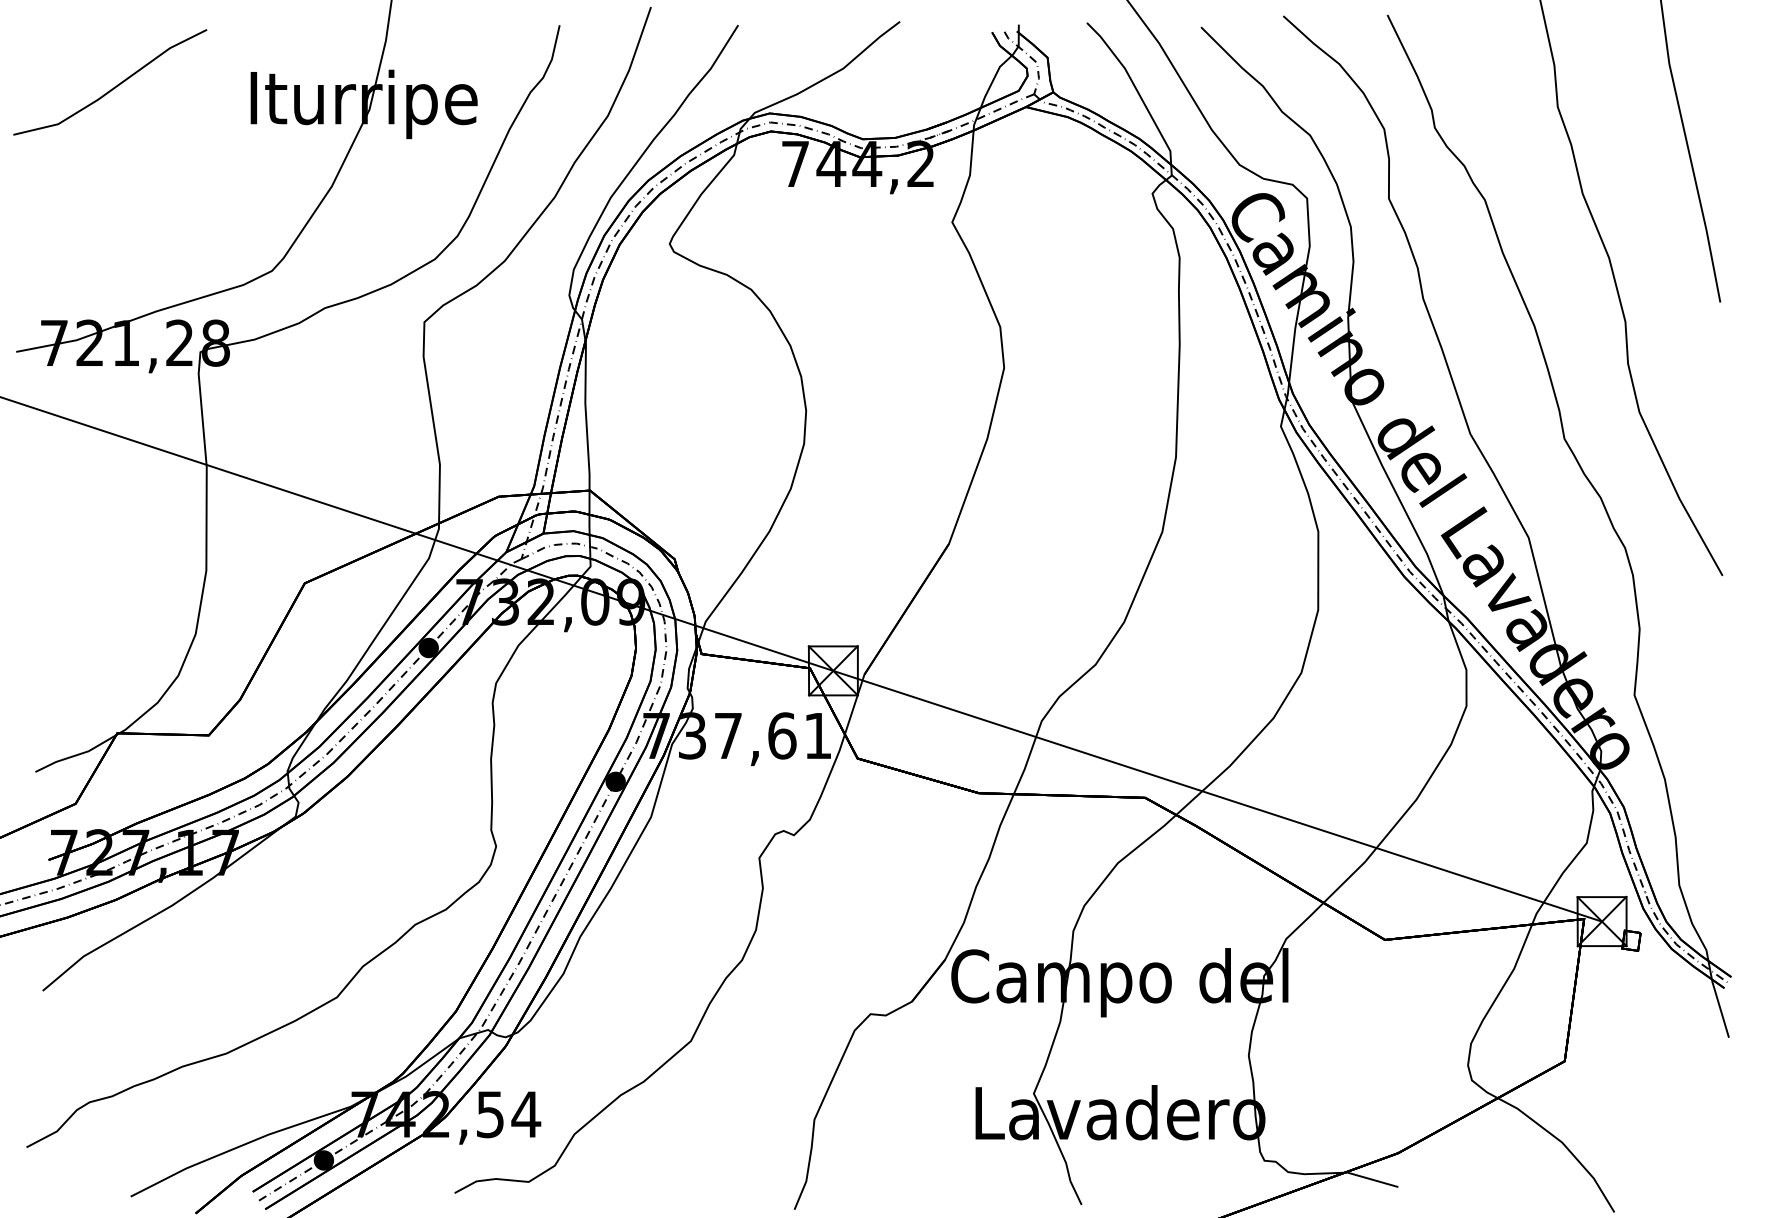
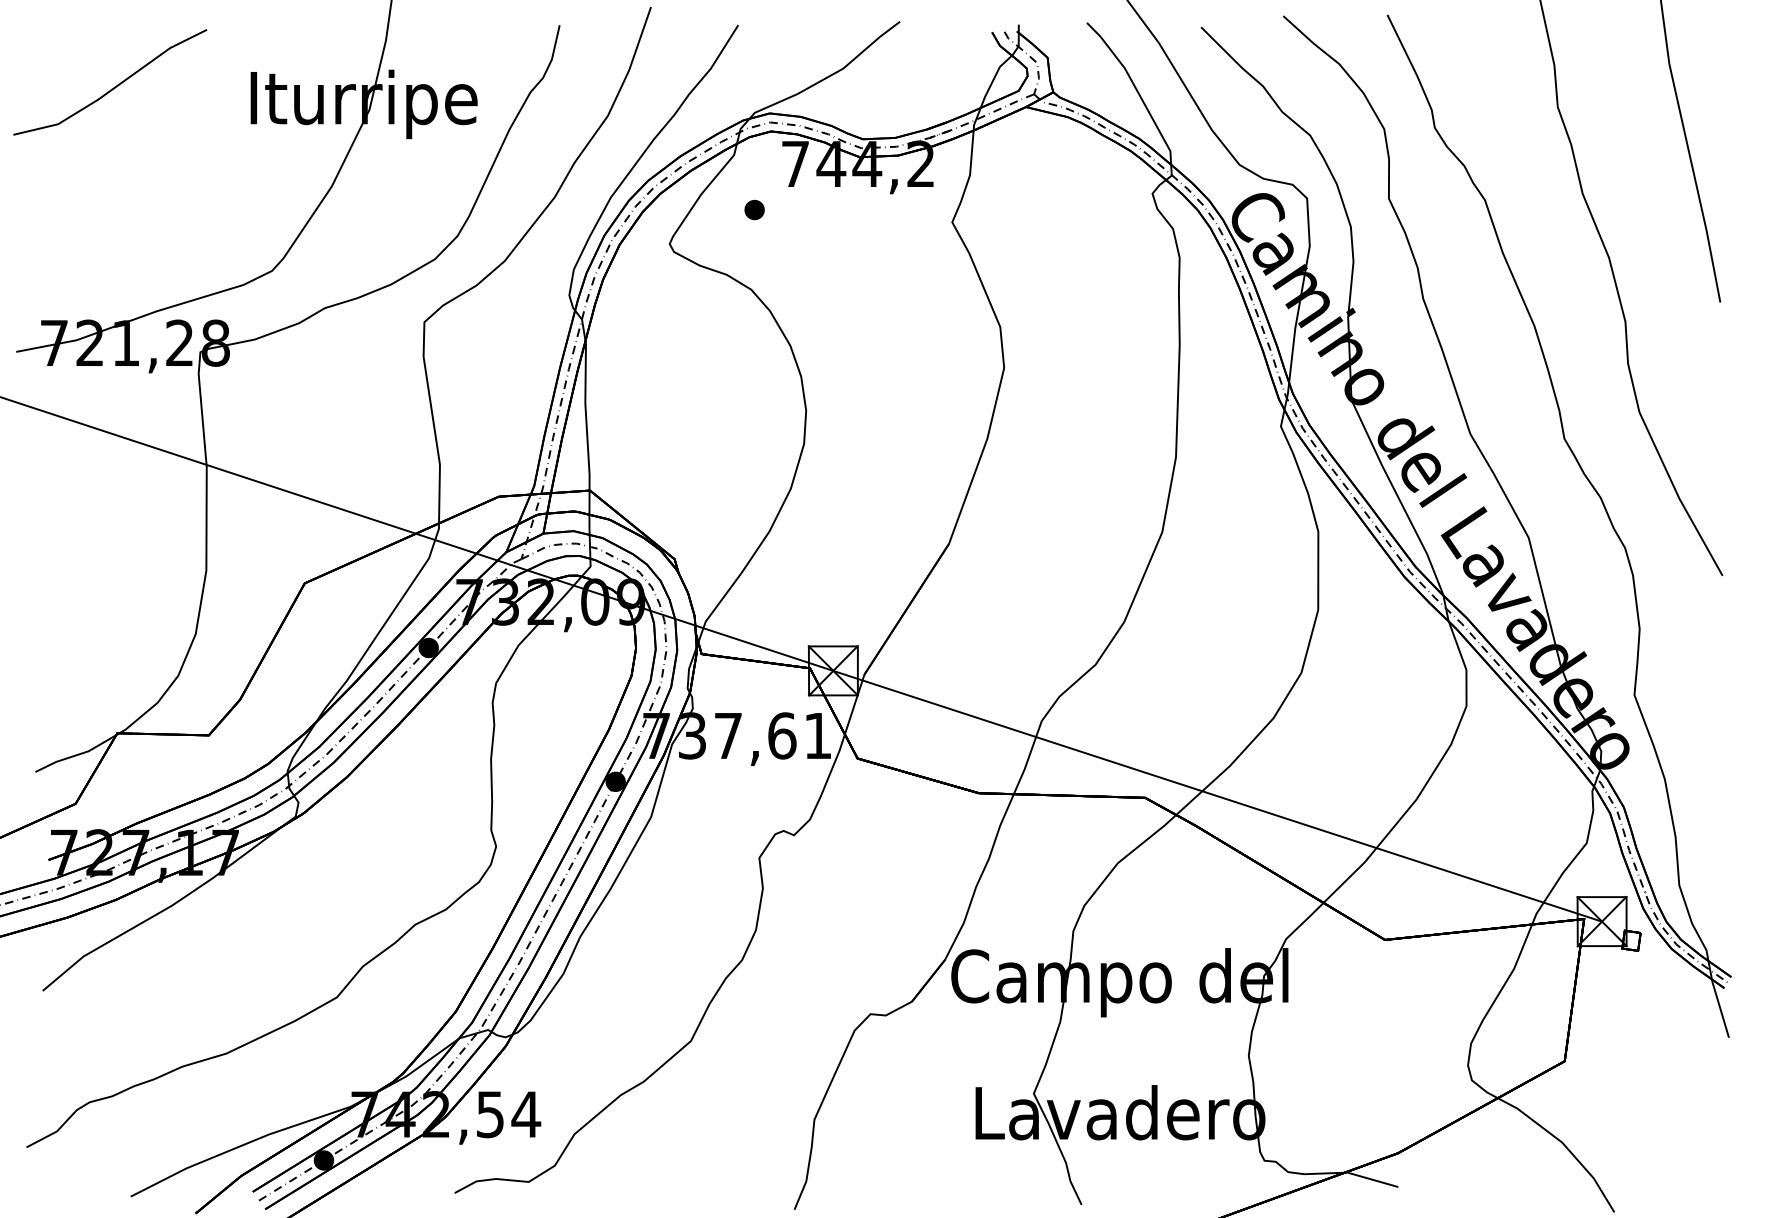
part at (754, 210): none -> present
